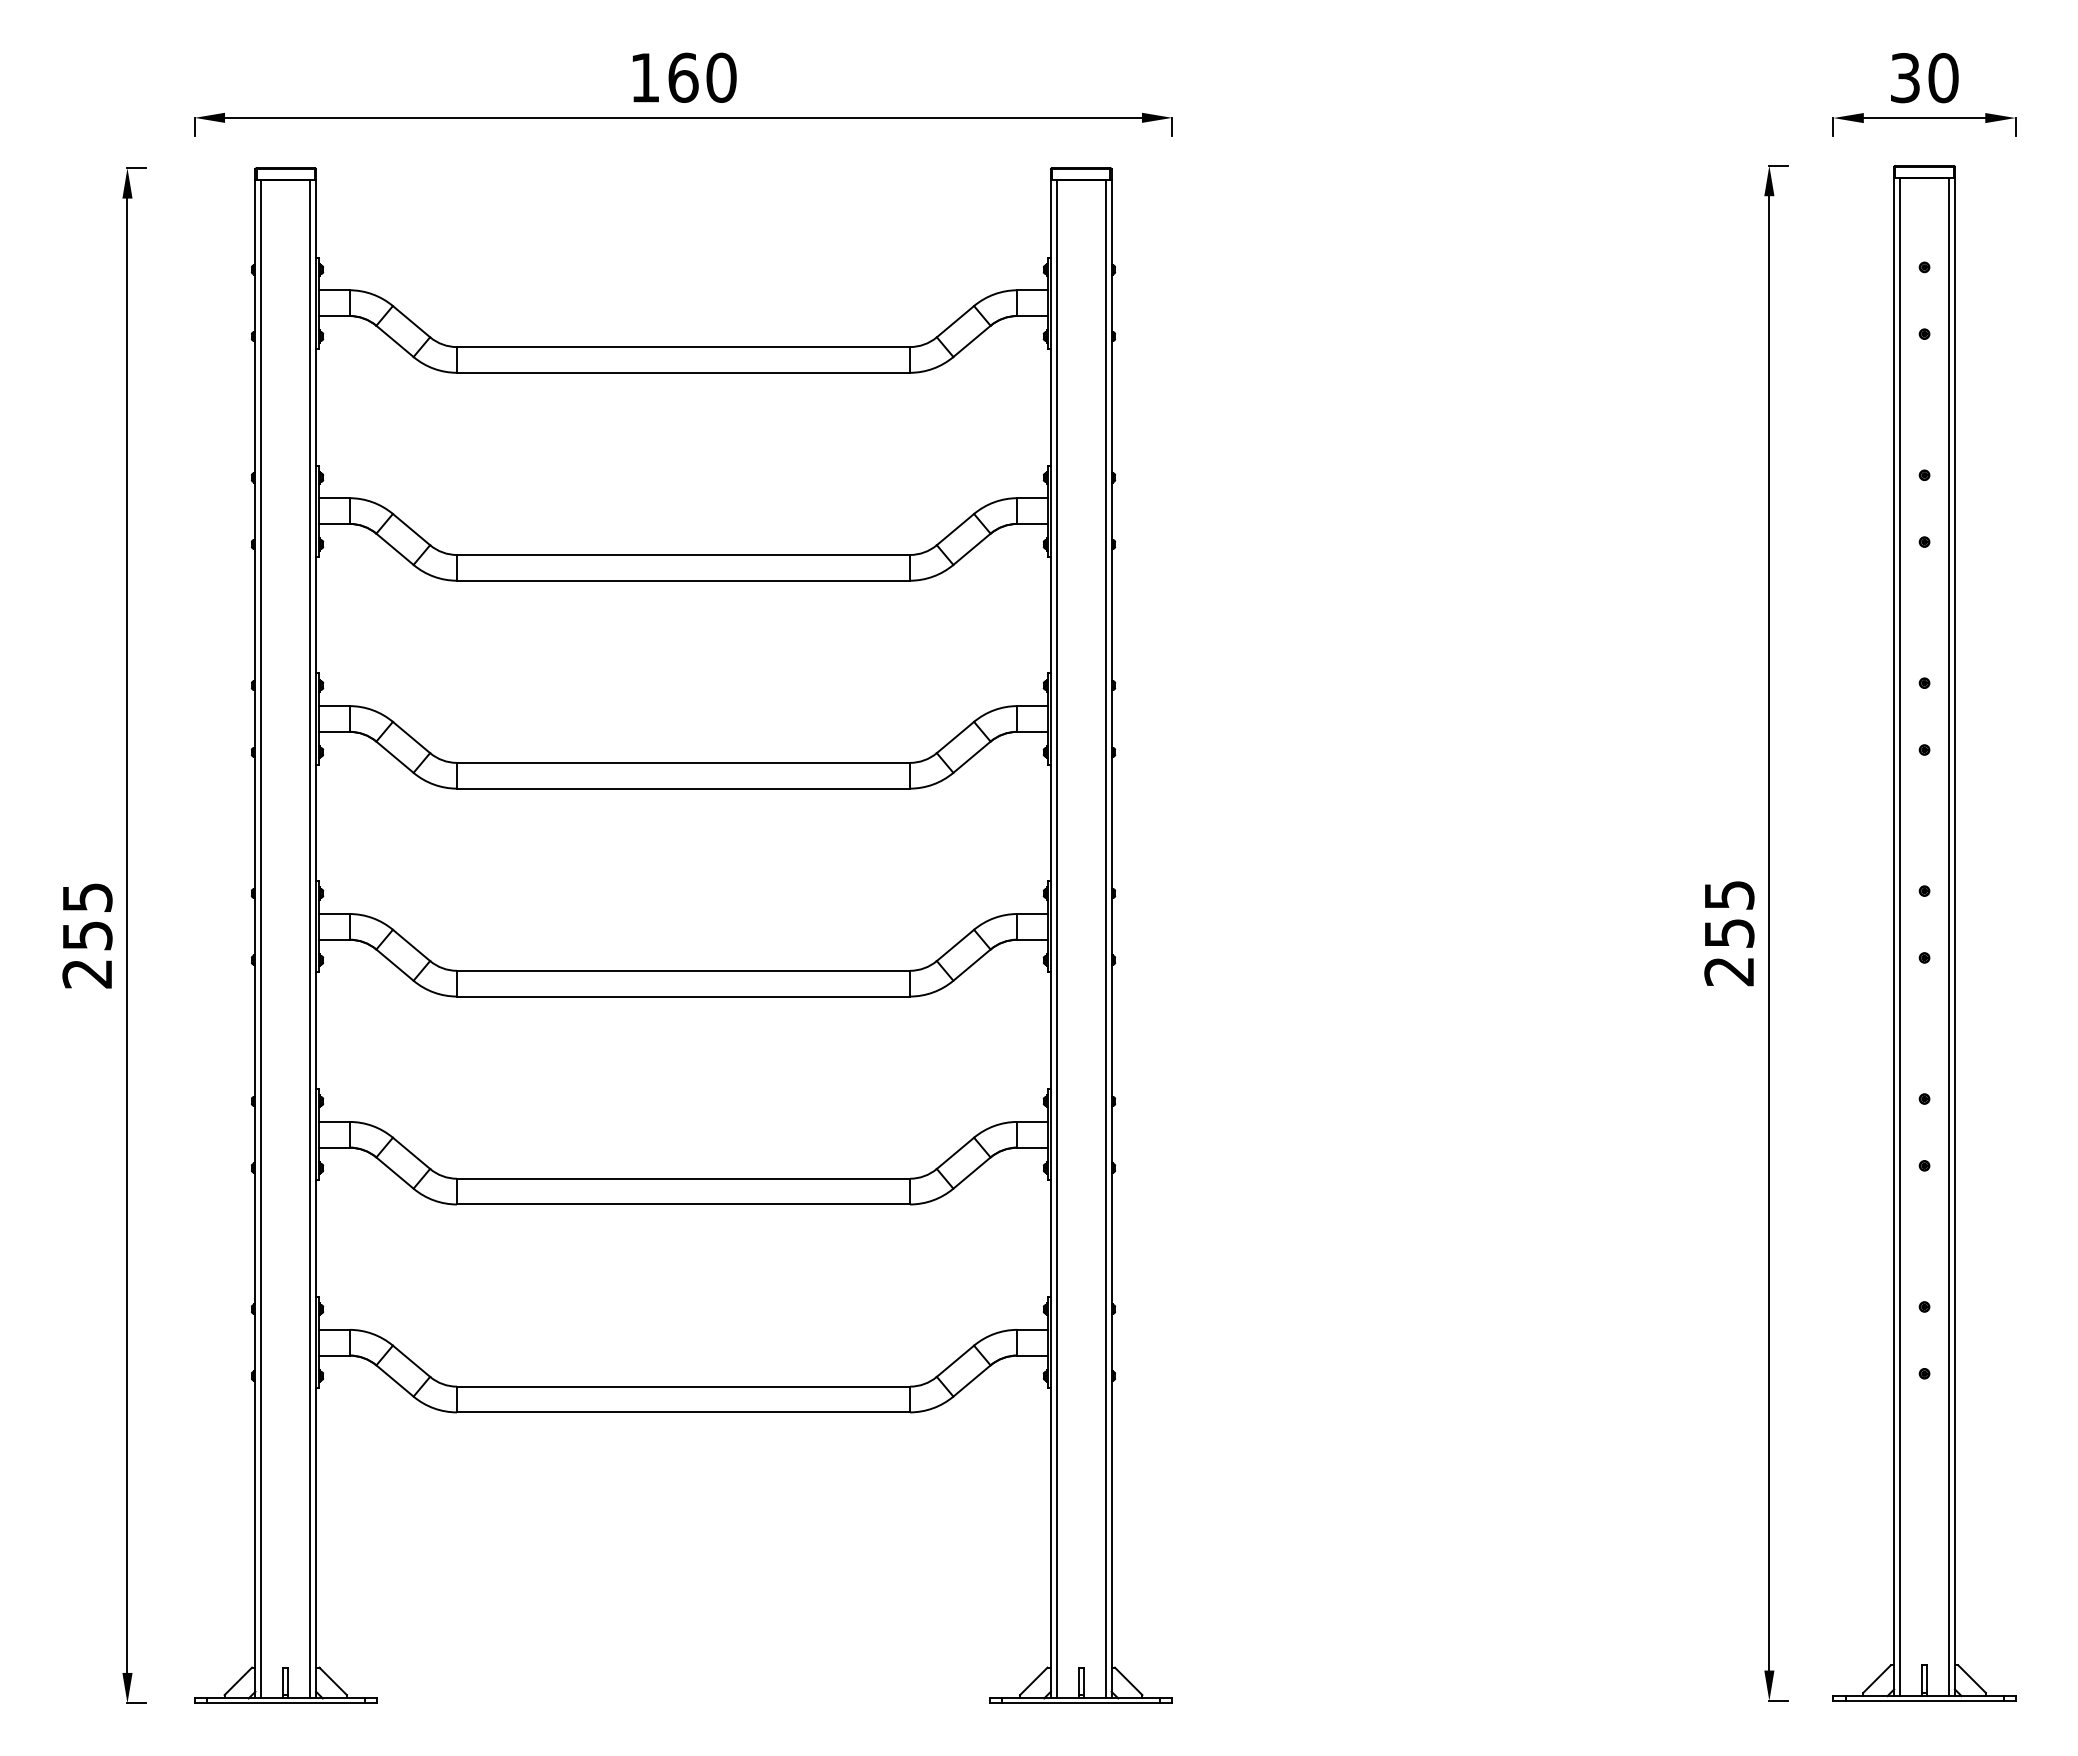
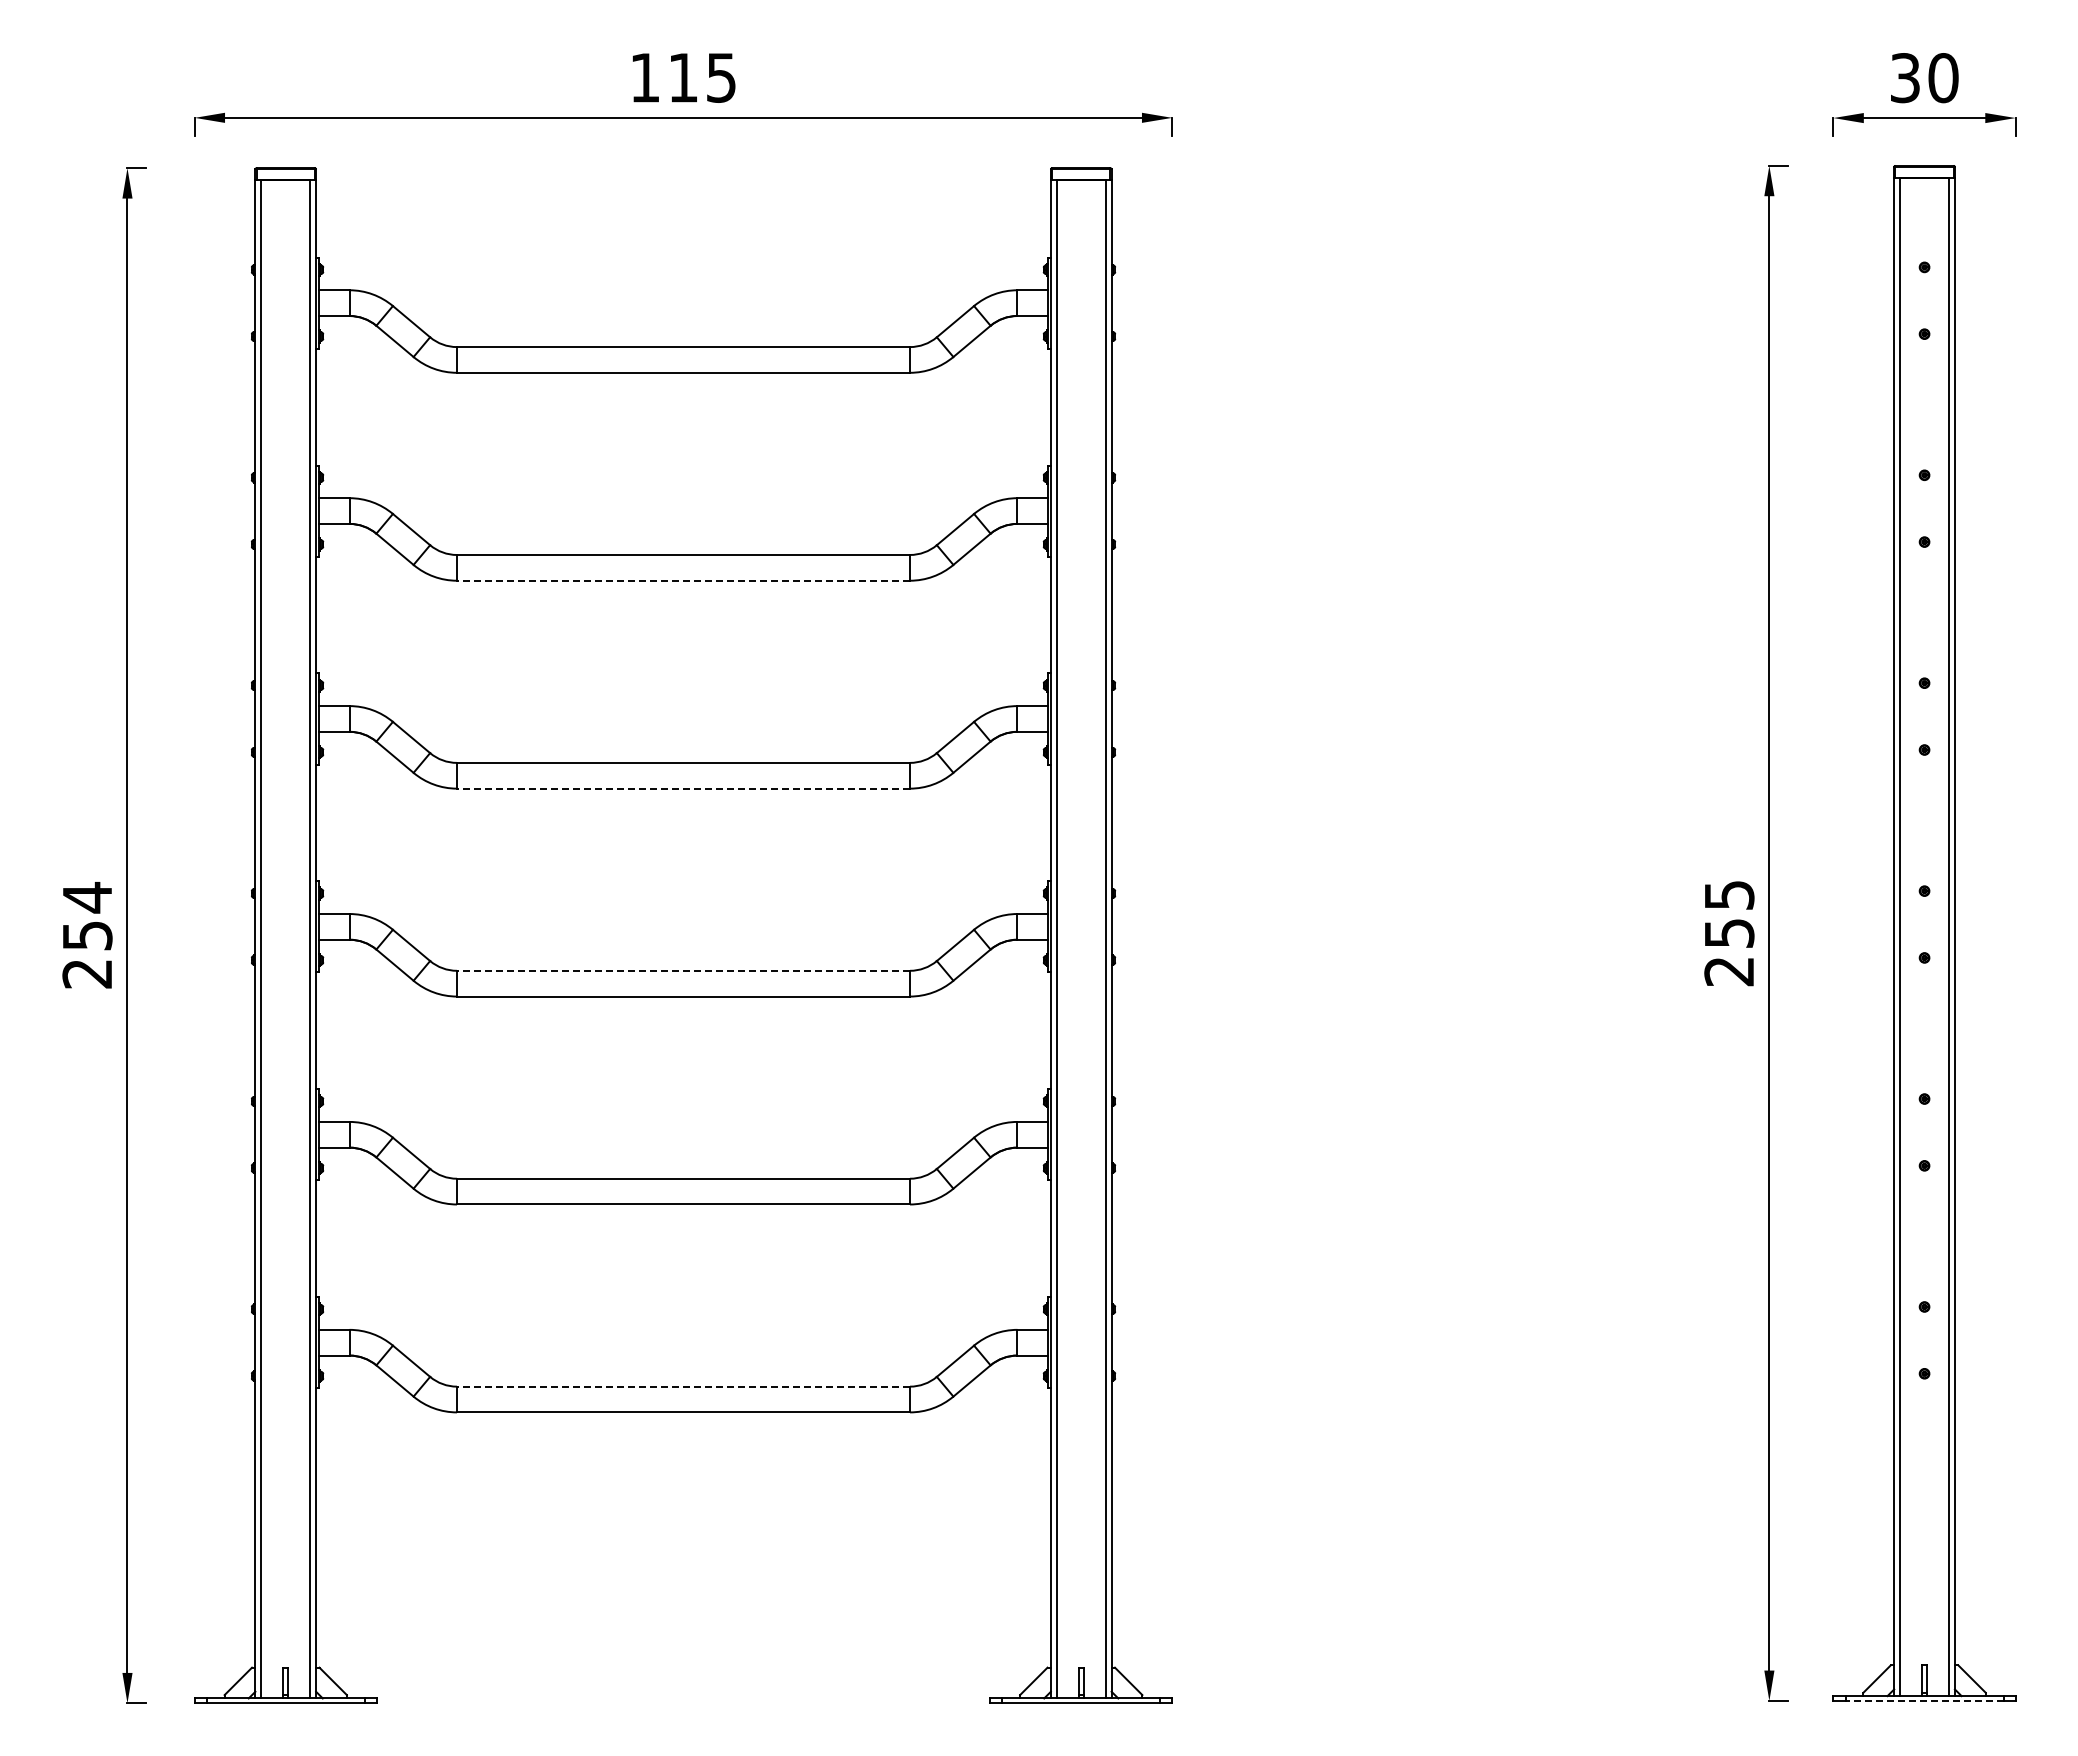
text at (702, 77): 160 -> 115
line at (683, 580): solid -> dashed
line at (683, 788): solid -> dashed
text at (87, 897): 255 -> 254
line at (683, 970): solid -> dashed
line at (683, 1386): solid -> dashed
line at (1924, 1700): solid -> dashed
